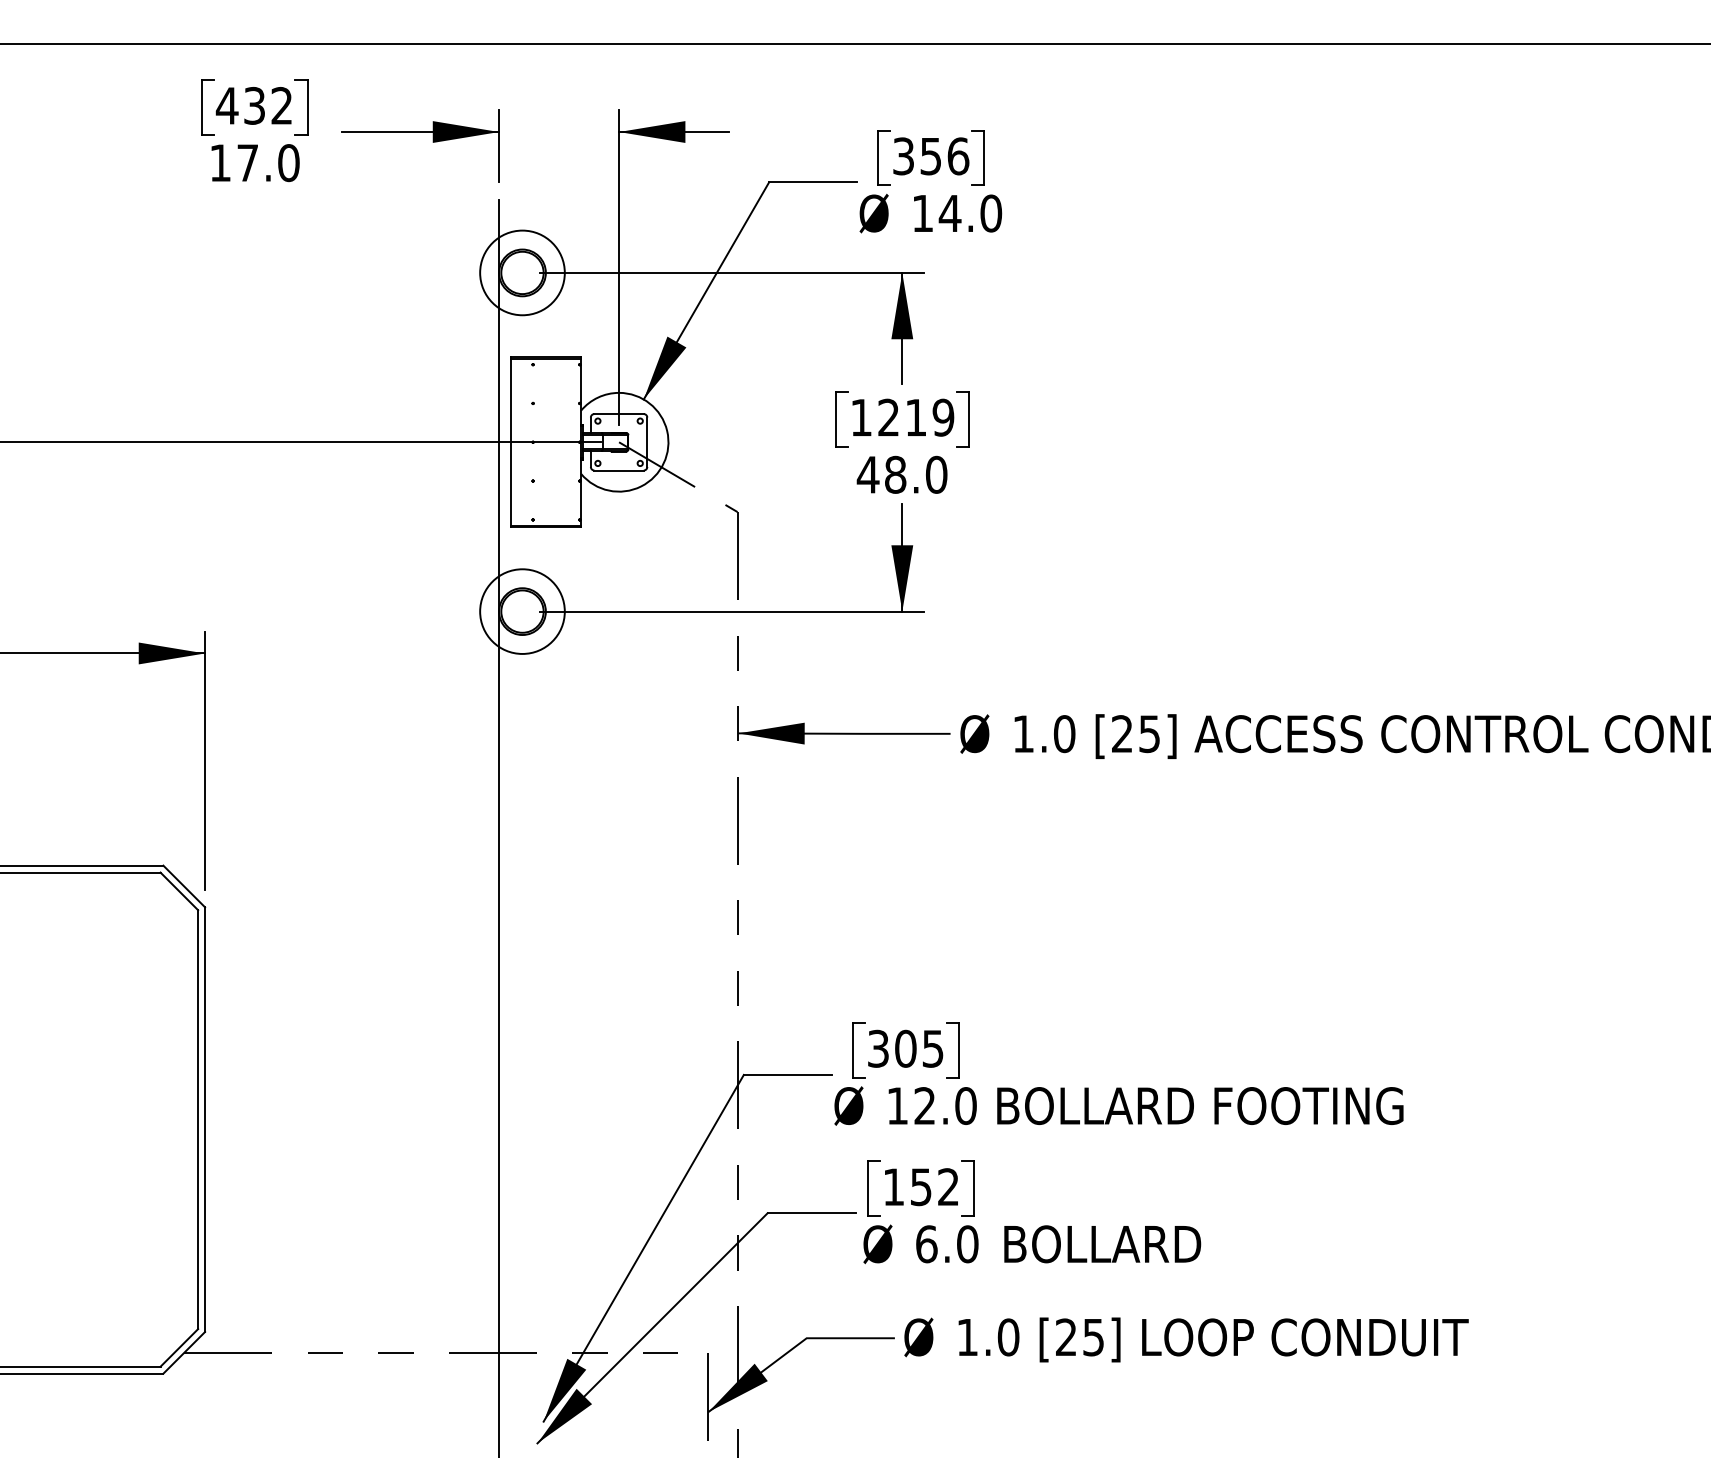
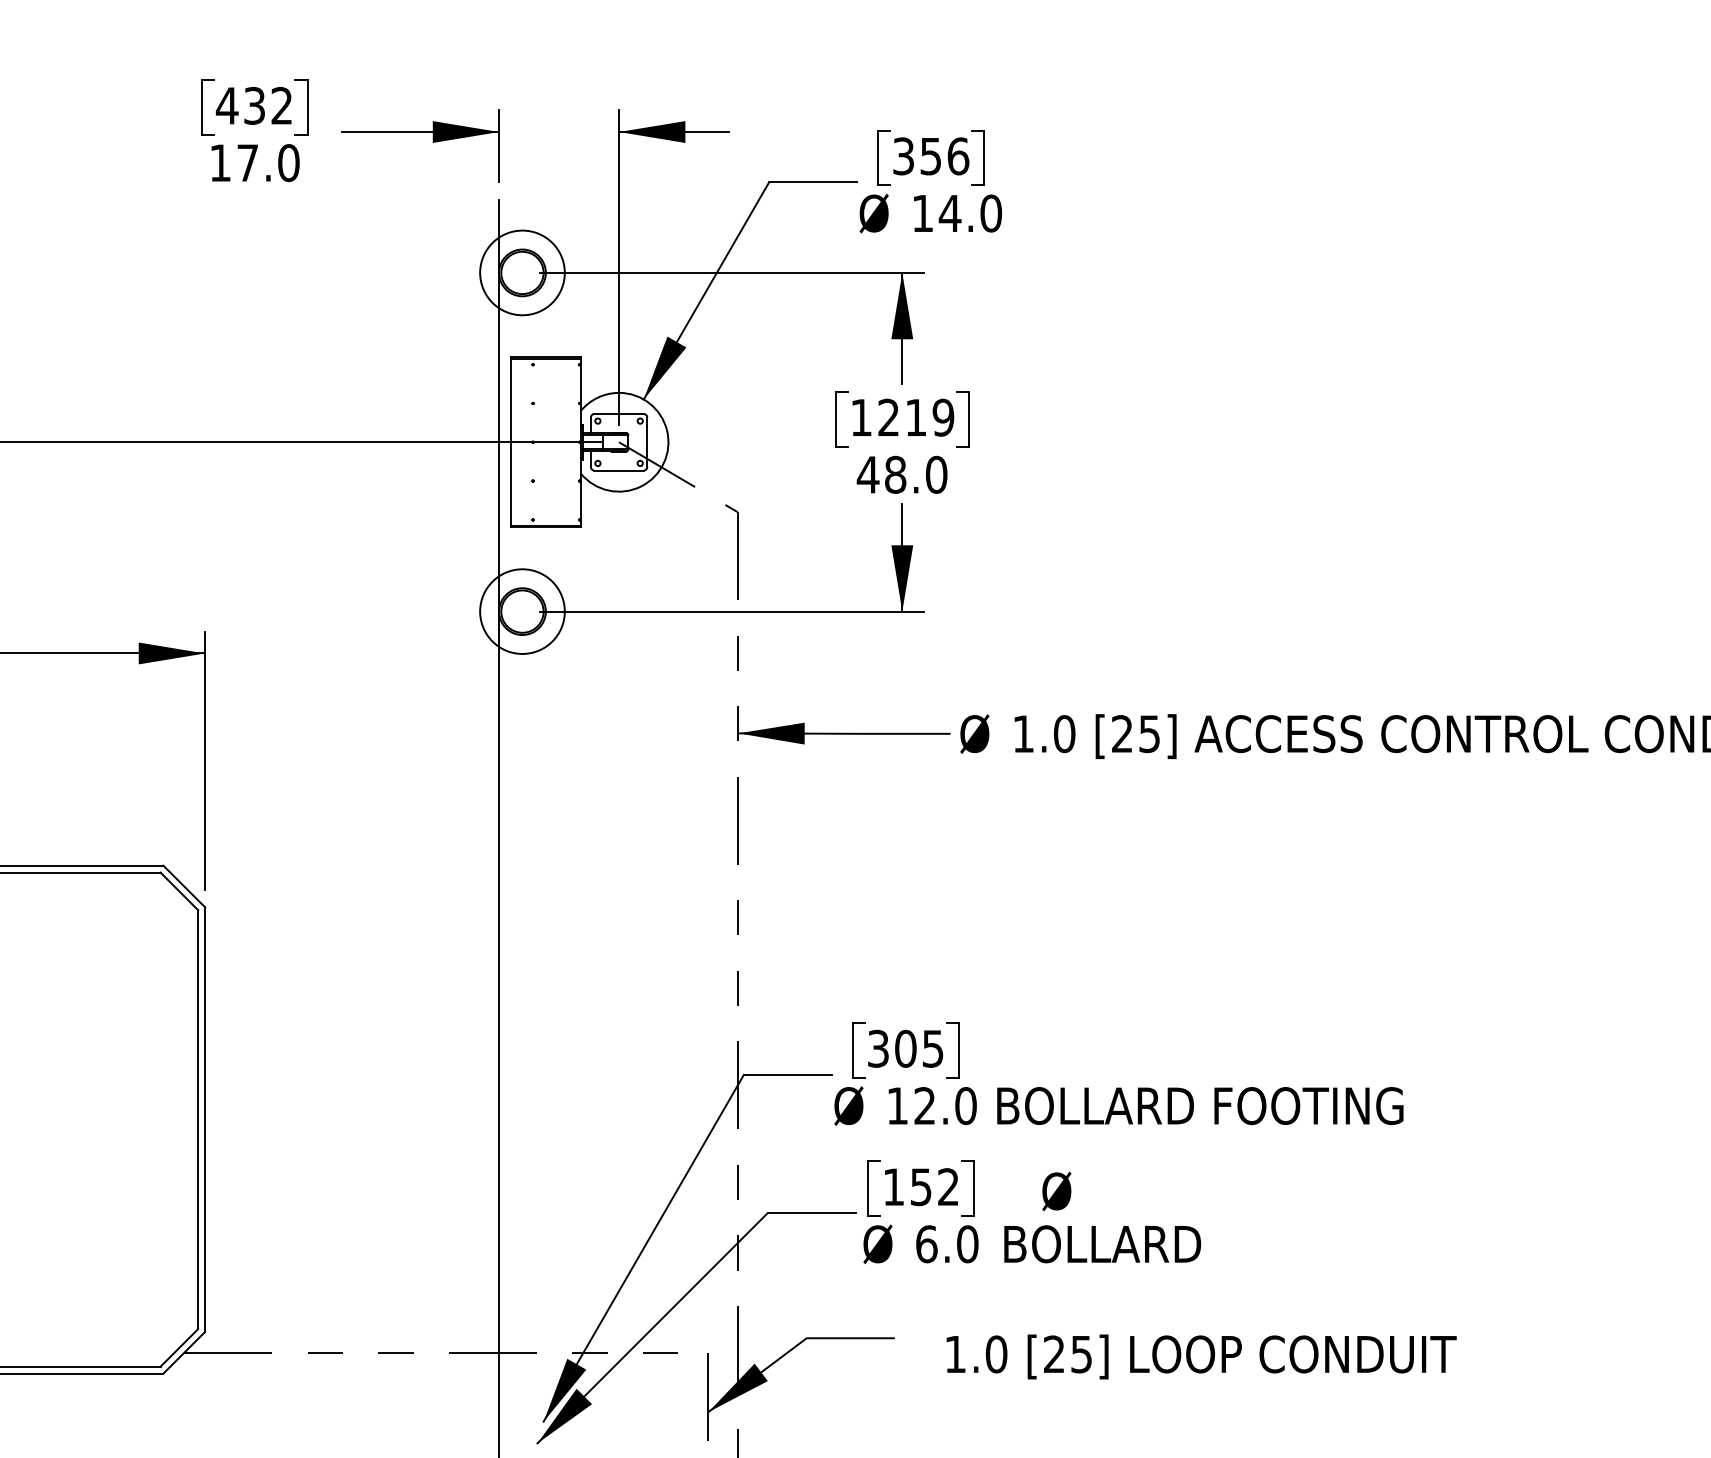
line at (854, 43): present -> none
text at (918, 1337) position: (918, 1337) -> (1056, 1191)
text at (1213, 1339) position: (1213, 1339) -> (1201, 1356)
